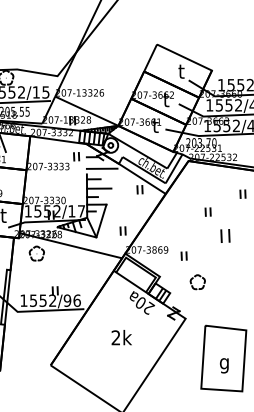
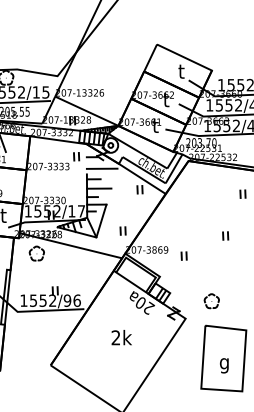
part at (207, 211): present -> none
part at (225, 235) size: 11x14 px -> 8x10 px
part at (197, 282) position: (197, 282) -> (211, 301)
